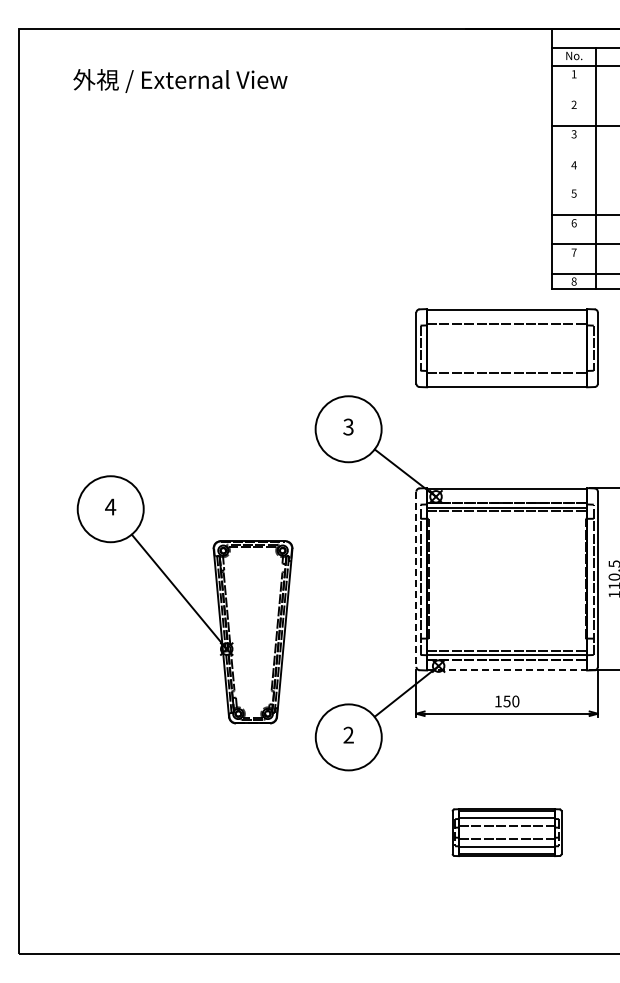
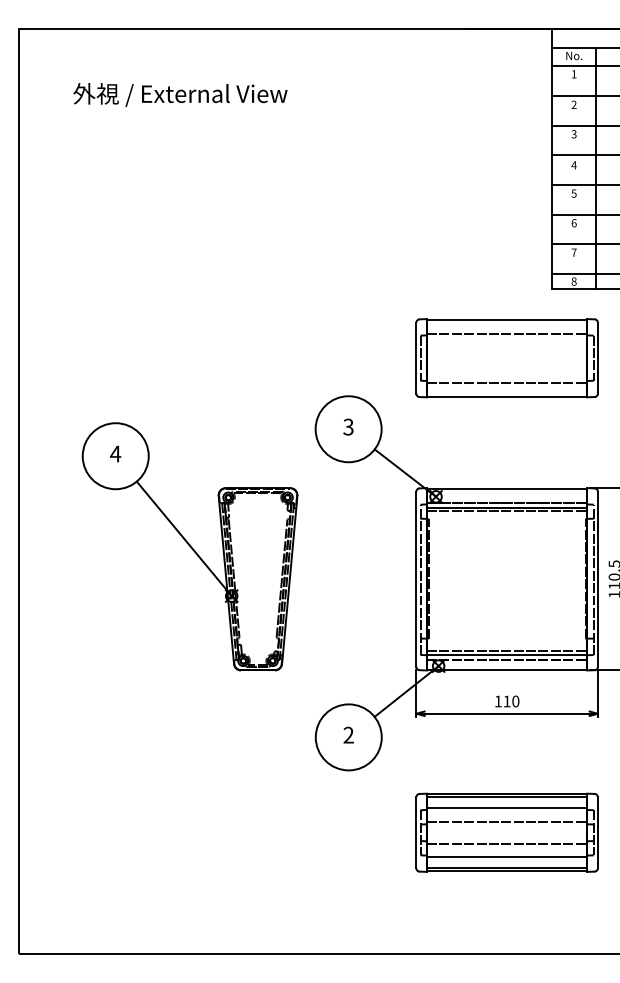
text at (180, 80) position: (180, 80) -> (180, 94)
line at (583, 95): none -> present
line at (583, 155): none -> present
line at (583, 184): none -> present
part at (506, 348) position: (506, 348) -> (506, 358)
line at (416, 579): dashed -> solid
part at (184, 599) position: (184, 599) -> (189, 546)
line at (507, 670): dashed -> solid
text at (506, 701): 150 -> 110
part at (506, 832) size: 112x49 px -> 184x81 px
